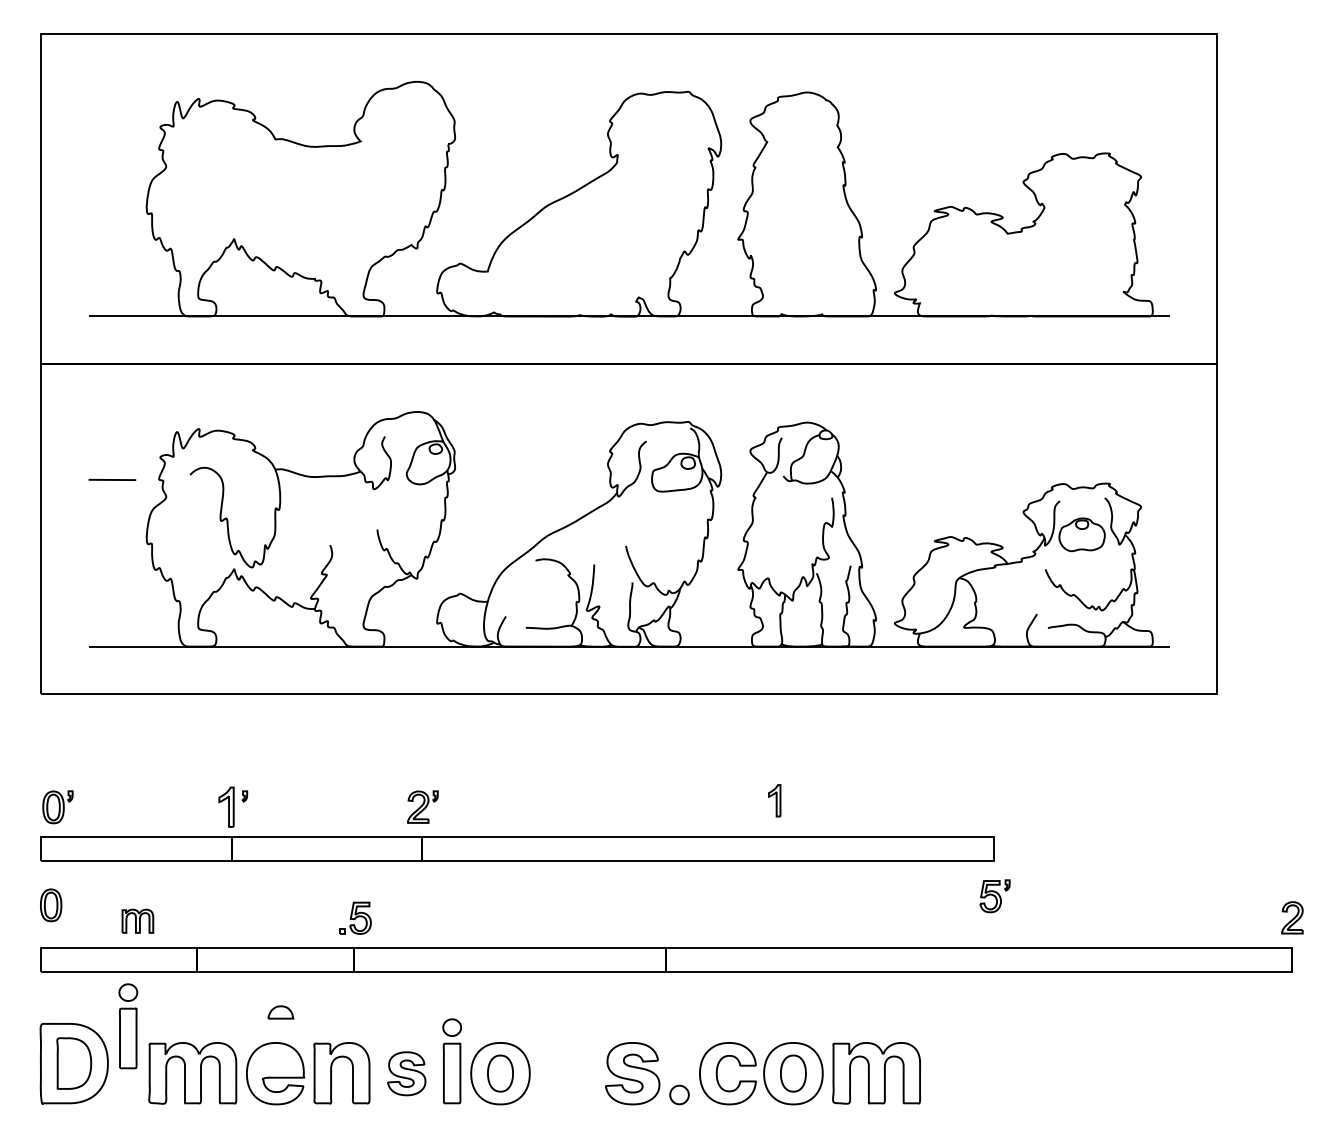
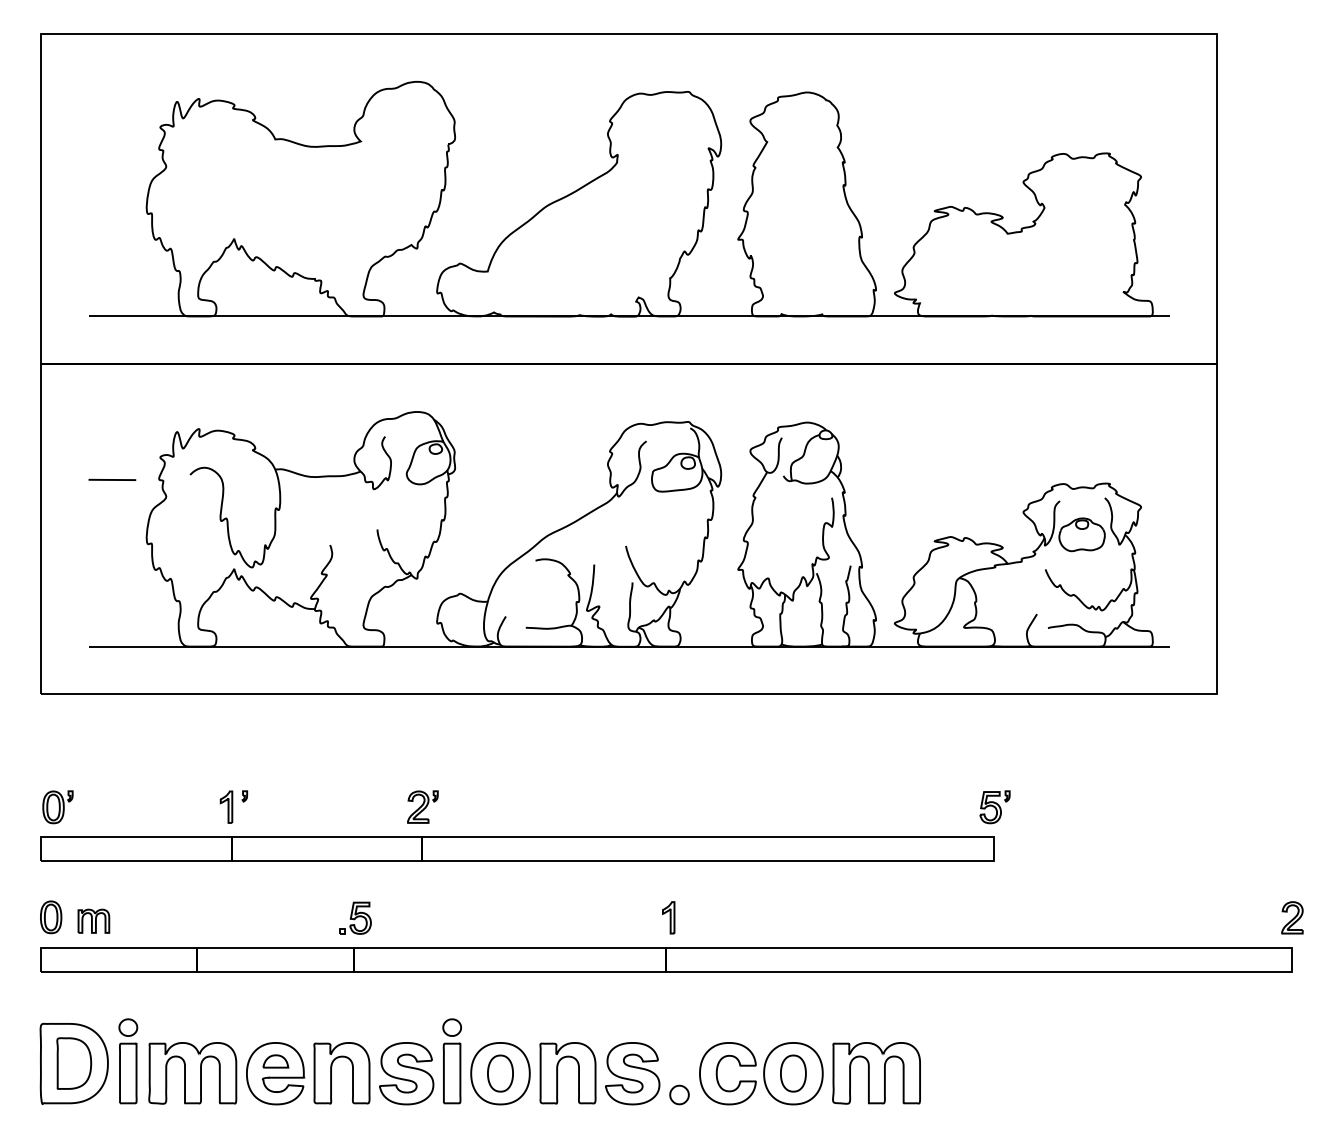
part at (774, 800) position: (774, 800) -> (668, 917)
part at (226, 806) size: 17x42 px -> 15x34 px
part at (994, 896) position: (994, 896) -> (994, 807)
part at (51, 905) position: (51, 905) -> (51, 917)
part at (137, 920) position: (137, 920) -> (93, 920)
part at (280, 1012) position: (280, 1012) -> (275, 1061)
part at (128, 1026) position: (128, 1026) -> (128, 1061)
part at (406, 1073) size: 40x46 px -> 56x64 px
part at (557, 1073): none -> present
